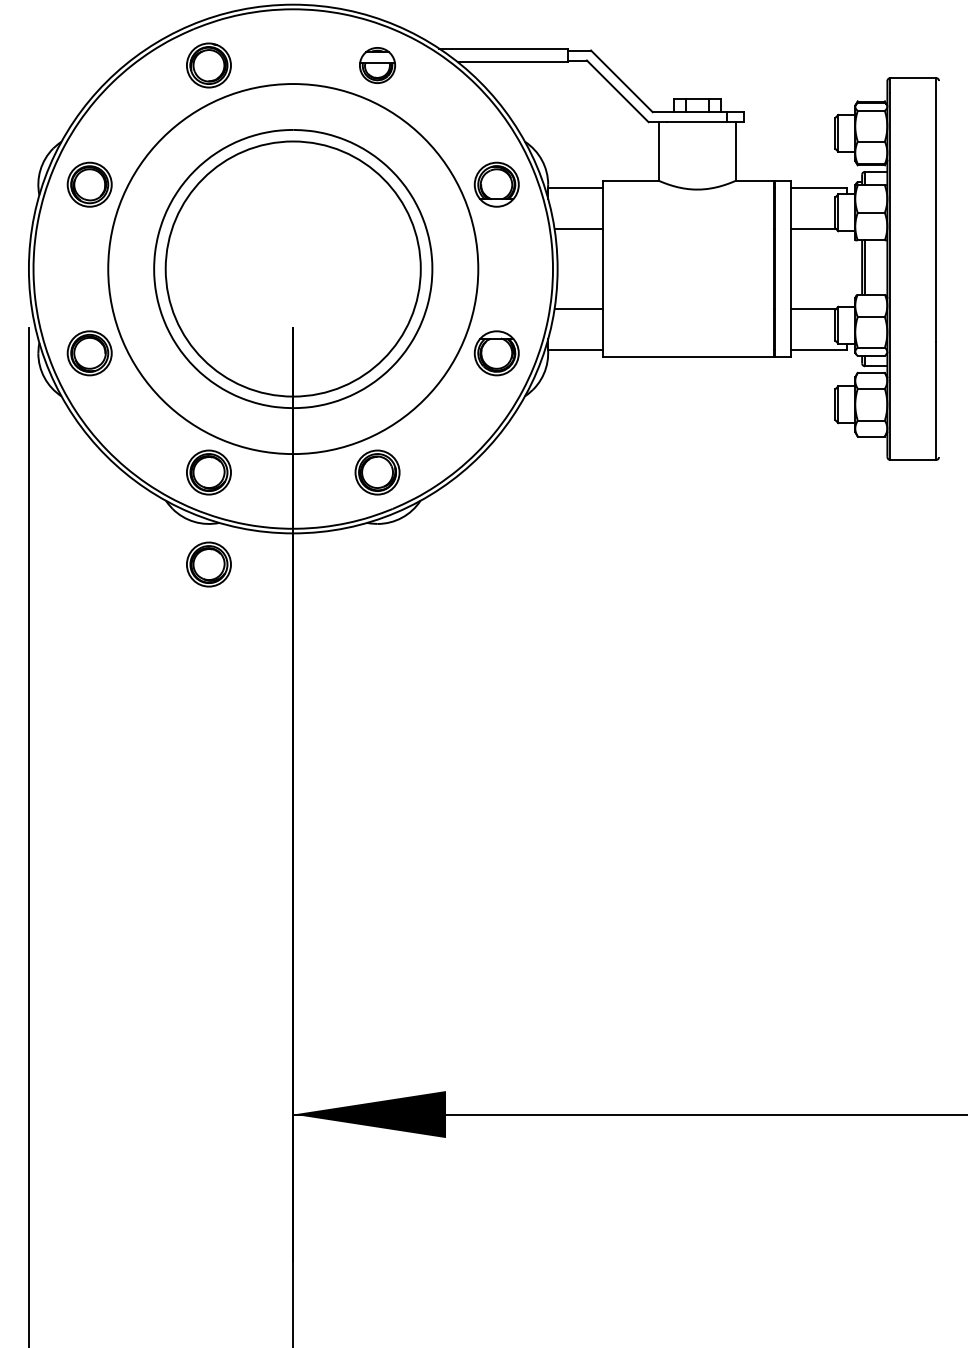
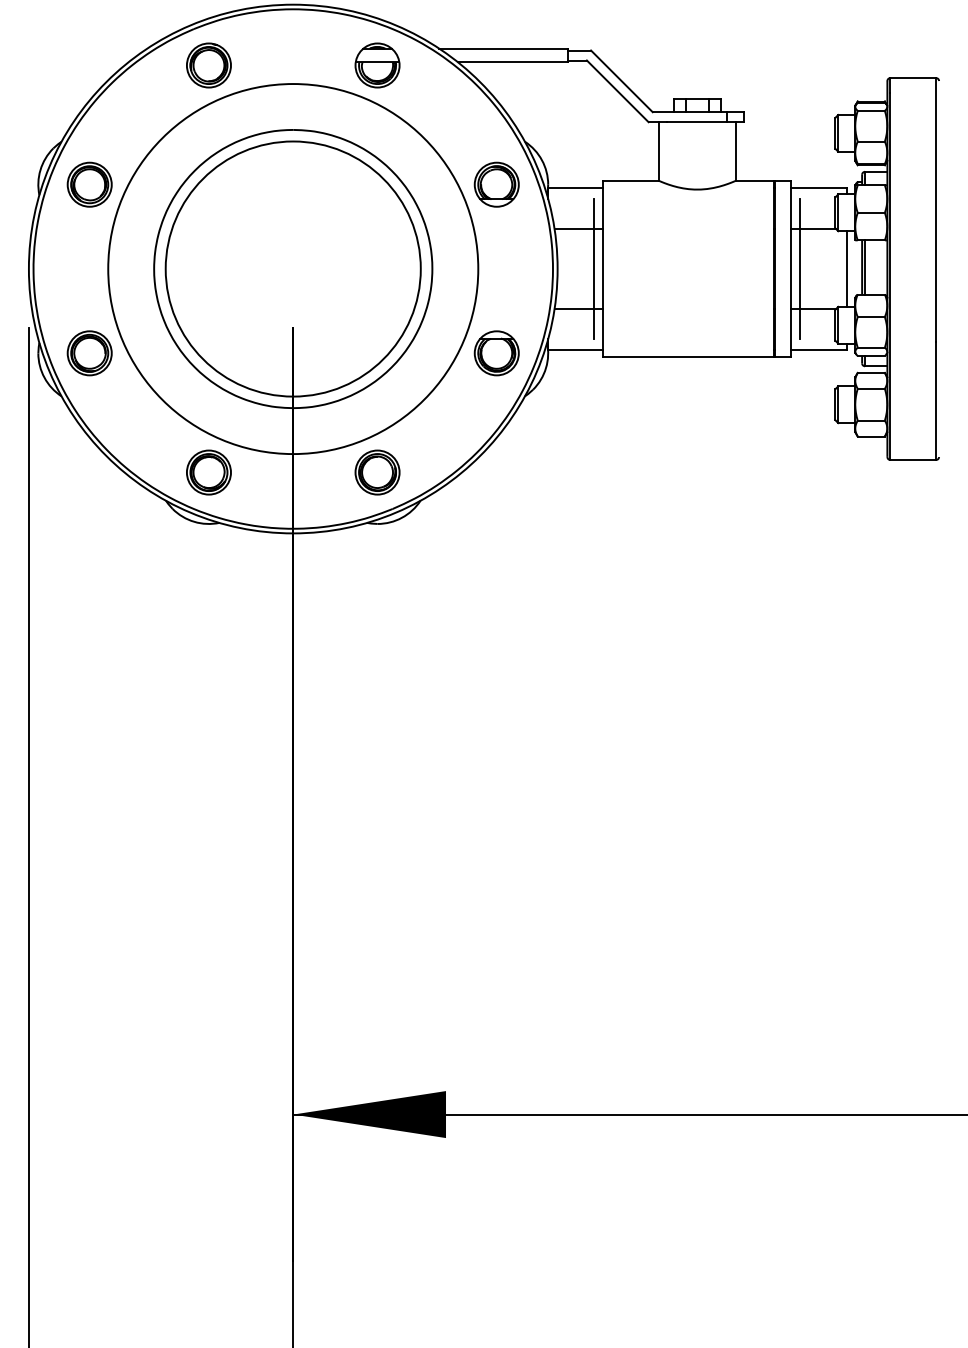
part at (377, 65) size: 38x37 px -> 47x47 px
line at (594, 268): none -> present
line at (800, 268): none -> present
line at (846, 268): none -> present
part at (208, 564): present -> none
